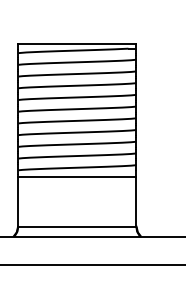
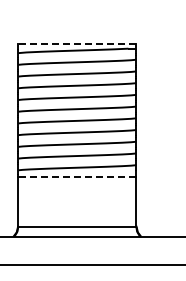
line at (76, 44): solid -> dashed
line at (76, 177): solid -> dashed
